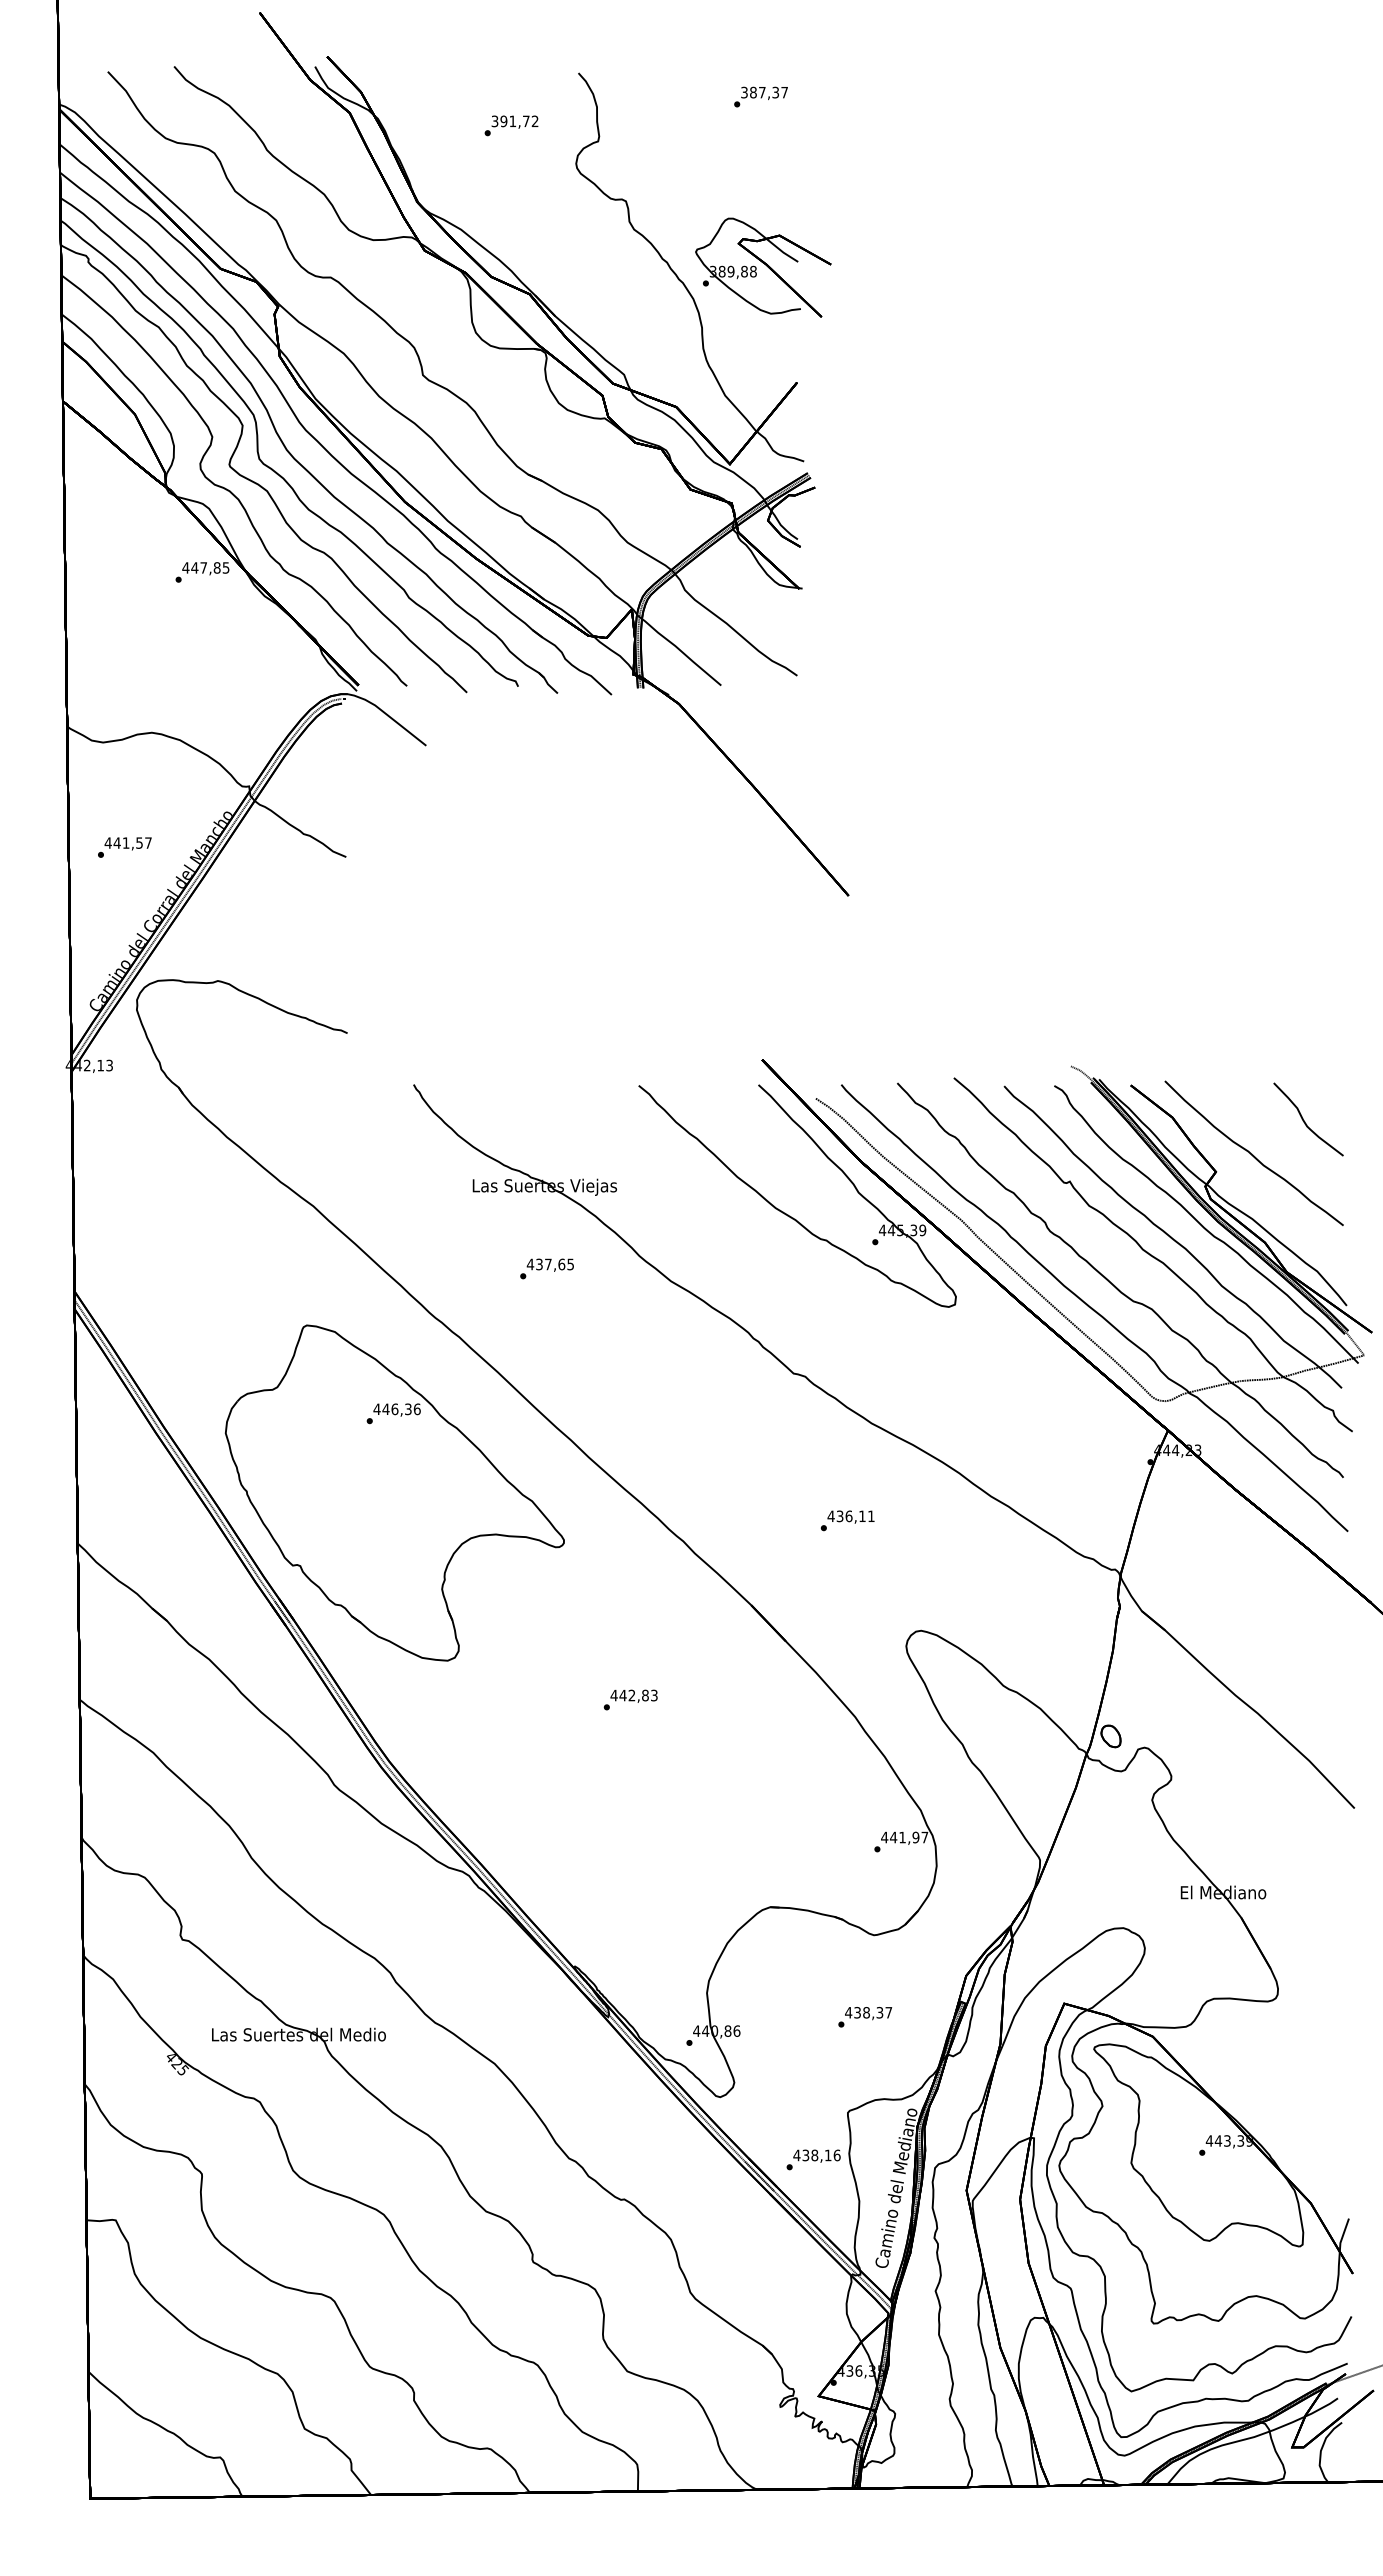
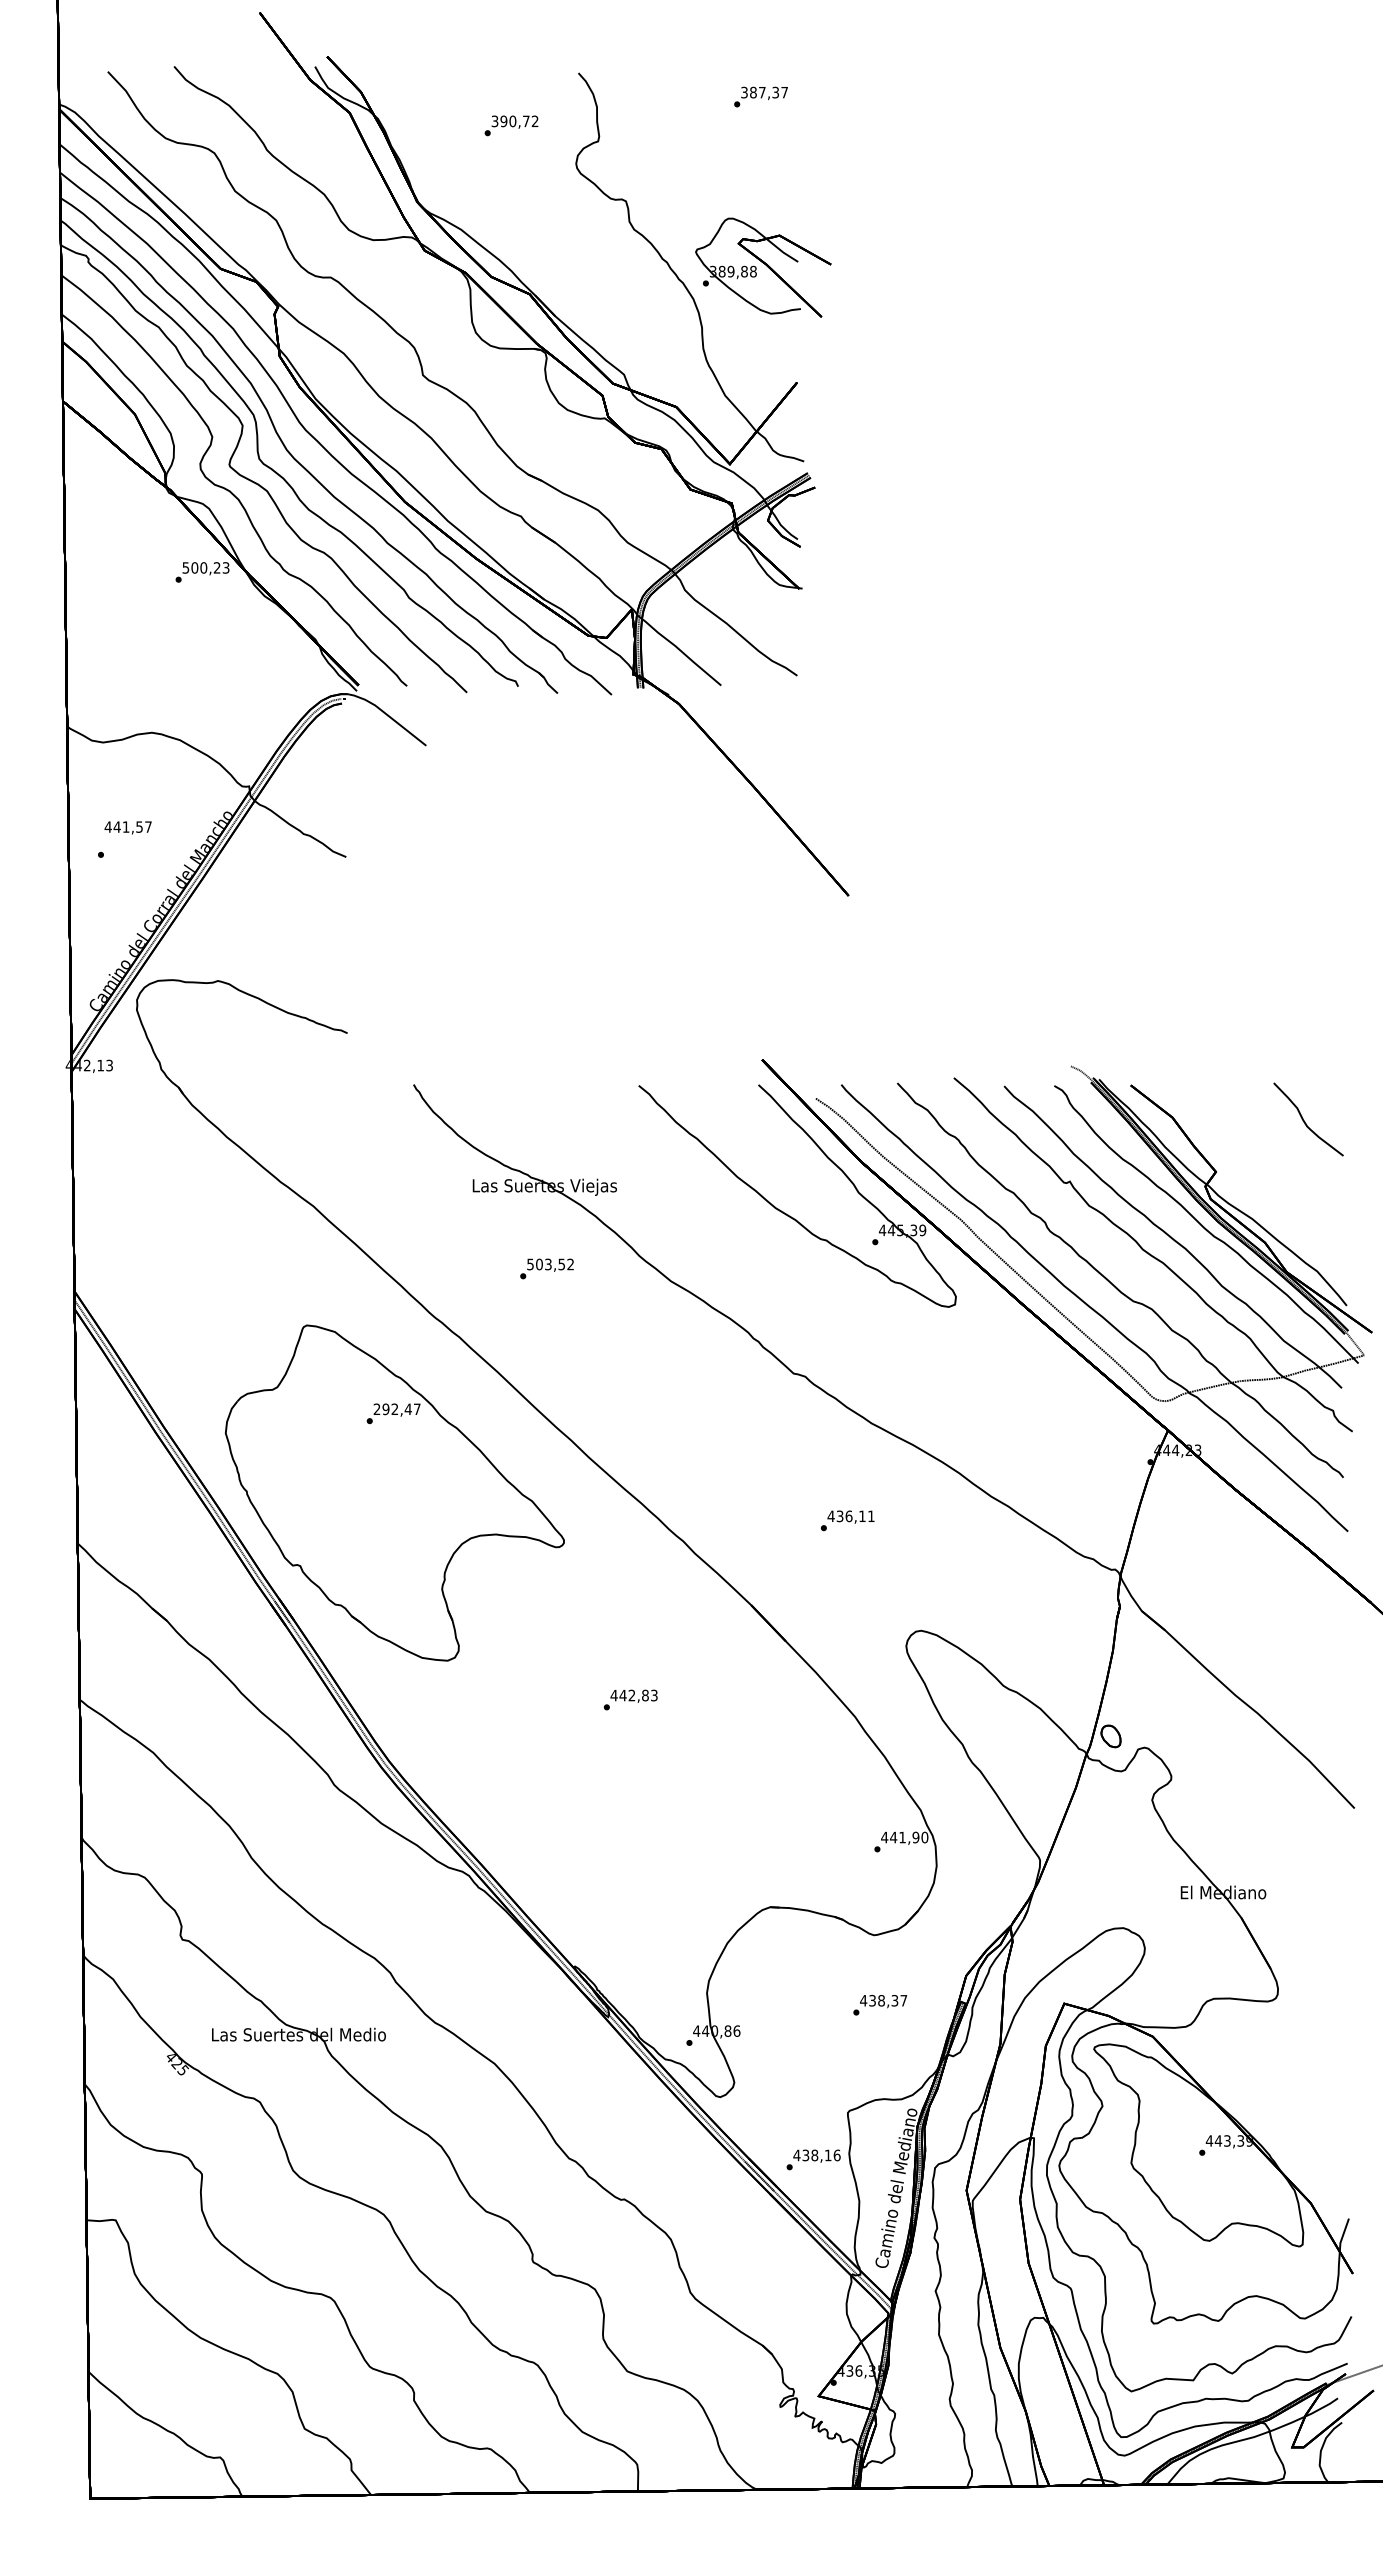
text at (512, 121): 391,72 -> 390,72
text at (205, 567): 447,85 -> 500,23
text at (127, 843) position: (127, 843) -> (127, 827)
part at (1253, 1152): present -> none
text at (549, 1264): 437,65 -> 503,52
text at (396, 1409): 446,36 -> 292,47
text at (924, 1837): 441,97 -> 441,90
text at (865, 2017) position: (865, 2017) -> (880, 2005)
